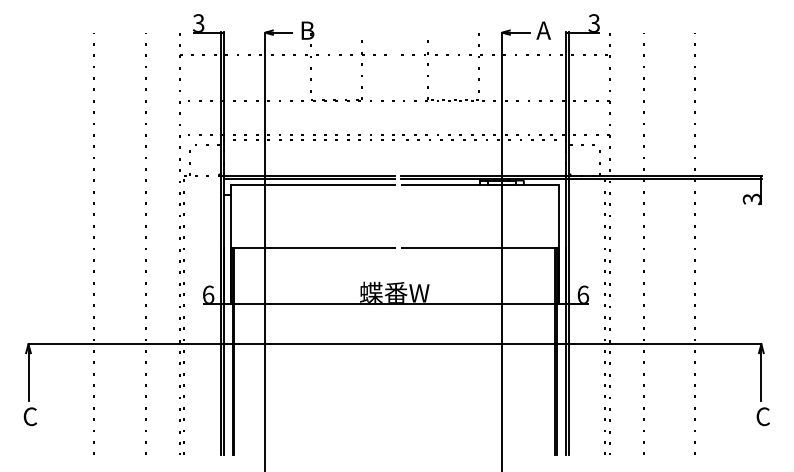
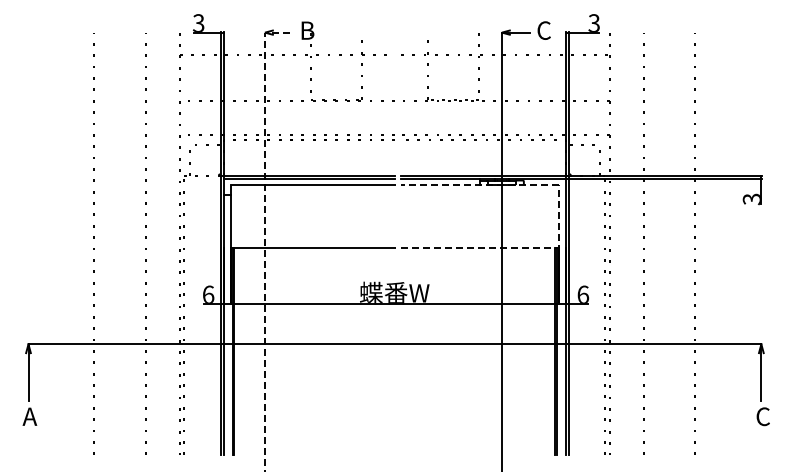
text at (543, 30): A -> C
line at (558, 215): solid -> dashed
line at (265, 236): solid -> dashed
text at (29, 416): C -> A
